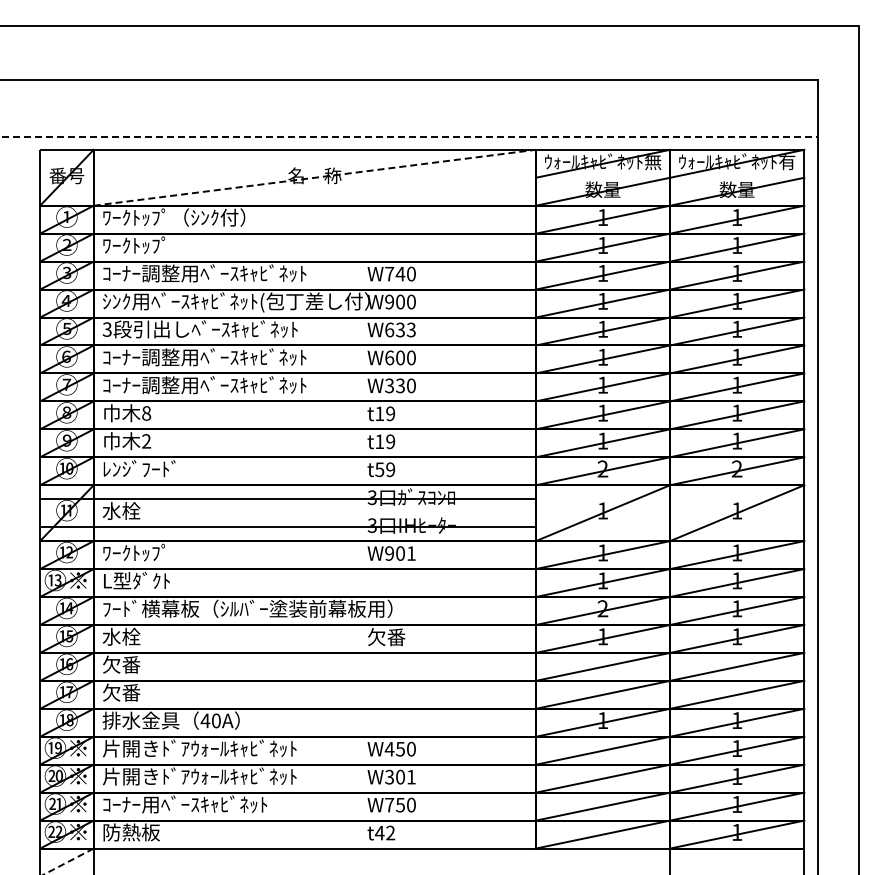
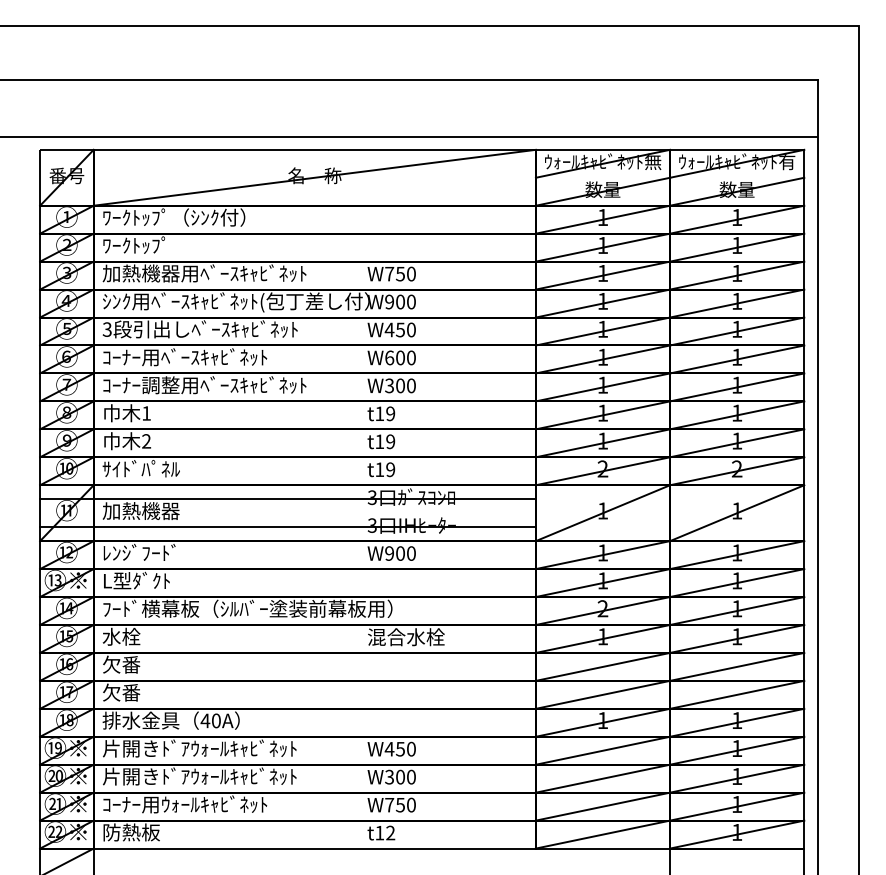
line at (409, 137): dashed -> solid
line at (314, 177): dashed -> solid
text at (140, 273): ｺｰﾅｰ調整用ﾍﾞｰｽｷｬﾋﾞﾈｯﾄ -> 加熱機器用ﾍﾞｰｽｷｬﾋﾞﾈｯﾄ
text at (400, 274): W740 -> W750
text at (399, 329): W633 -> W450
text at (224, 357): ｺｰﾅｰ調整用ﾍﾞｰｽｷｬﾋﾞﾈｯﾄ -> ｺｰﾅｰ用ﾍﾞｰｽｷｬﾋﾞﾈｯﾄ
text at (400, 385): W330 -> W300
text at (146, 413): 8 -> 1
text at (140, 468): ﾚﾝｼﾞﾌｰﾄﾞ -> ｻｲﾄﾞﾊﾟﾈﾙ
text at (379, 469): t59 -> t19
text at (140, 511): 水栓 -> 加熱機器
text at (139, 552): ﾜｰｸﾄｯﾌﾟ -> ﾚﾝｼﾞﾌｰﾄﾞ
text at (411, 553): W901 -> W900
text at (406, 637): 欠番 -> 混合水栓
text at (411, 776): W301 -> W300
text at (180, 803): ｺｰﾅｰ用ﾍﾞｰｽｷｬﾋﾞﾈｯﾄ -> ｺｰﾅｰ用ｳｫｰﾙｷｬﾋﾞﾈｯﾄ
text at (379, 833): t42 -> t12
line at (68, 861): dashed -> solid
